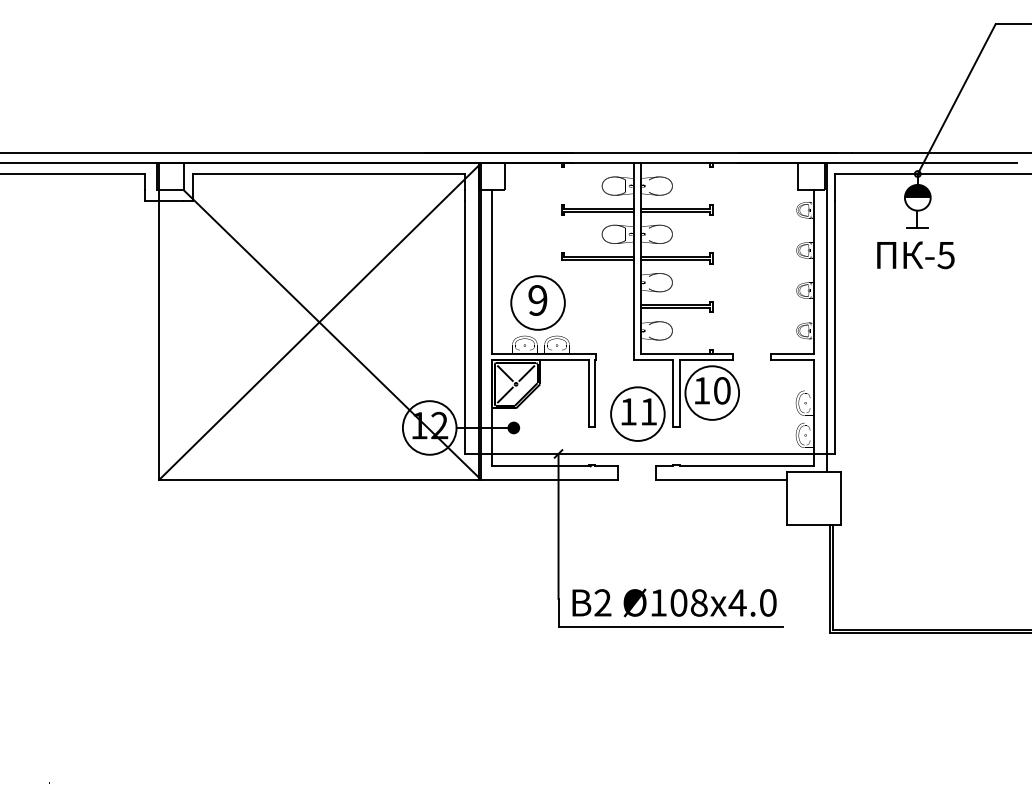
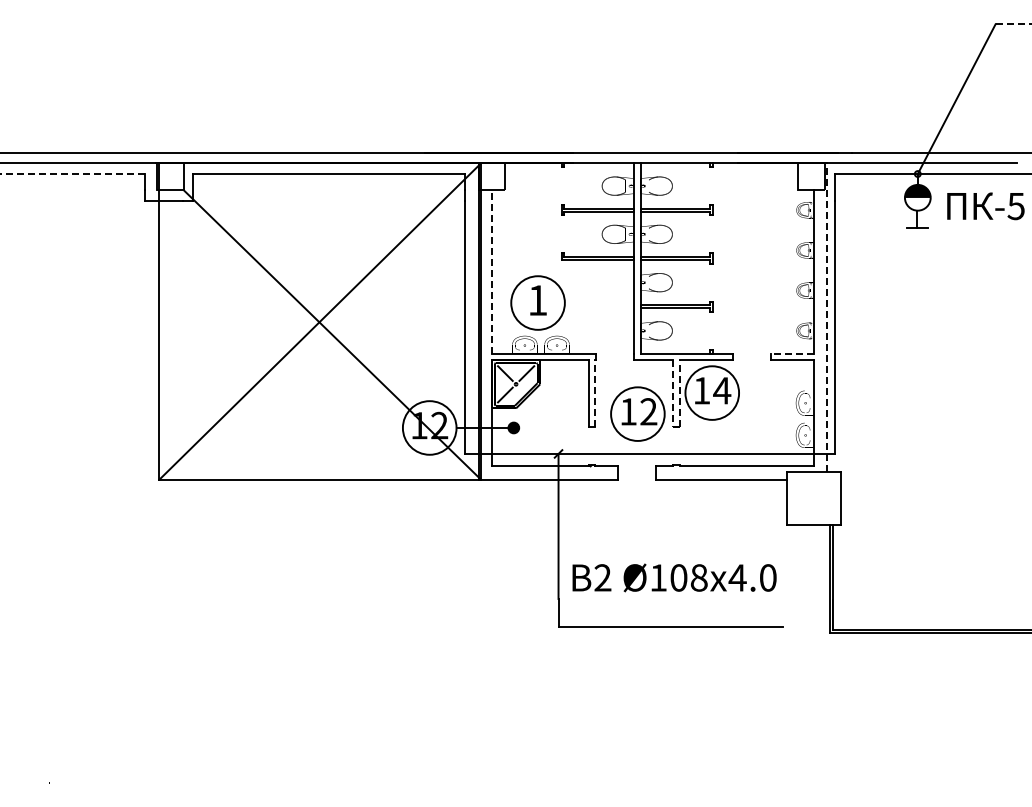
line at (1013, 24): solid -> dashed
line at (72, 174): solid -> dashed
text at (915, 255) position: (915, 255) -> (985, 206)
line at (491, 271): solid -> dashed
text at (537, 300): 9 -> 1
line at (827, 317): solid -> dashed
line at (792, 353): solid -> dashed
text at (722, 390): 10 -> 14
line at (594, 393): solid -> dashed
line at (673, 393): solid -> dashed
line at (679, 393): solid -> dashed
text at (648, 411): 11 -> 12
text at (674, 602) position: (674, 602) -> (674, 577)
